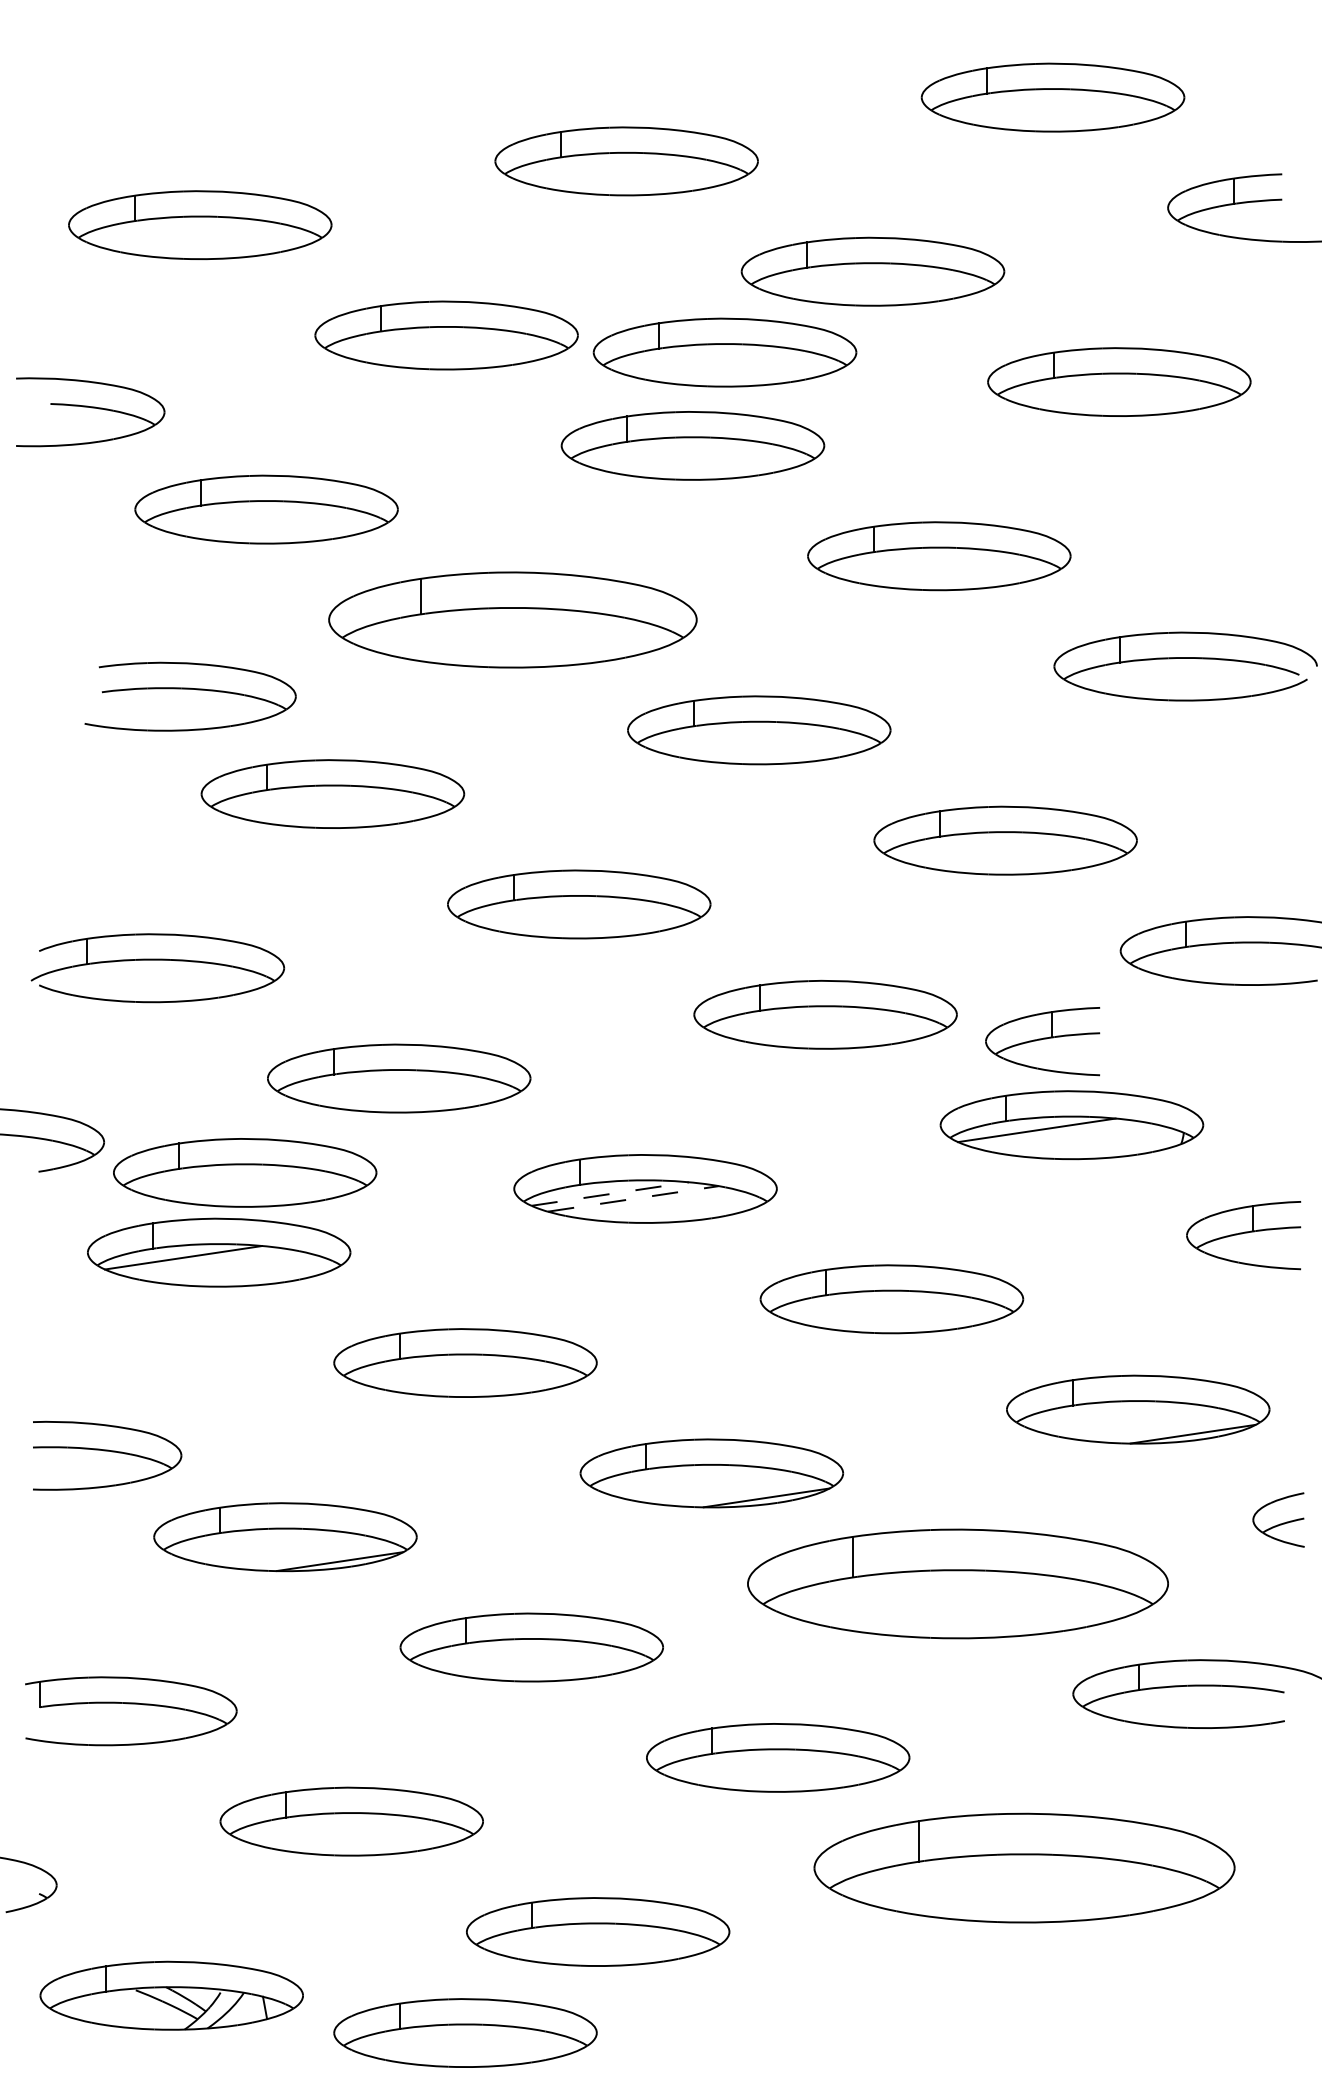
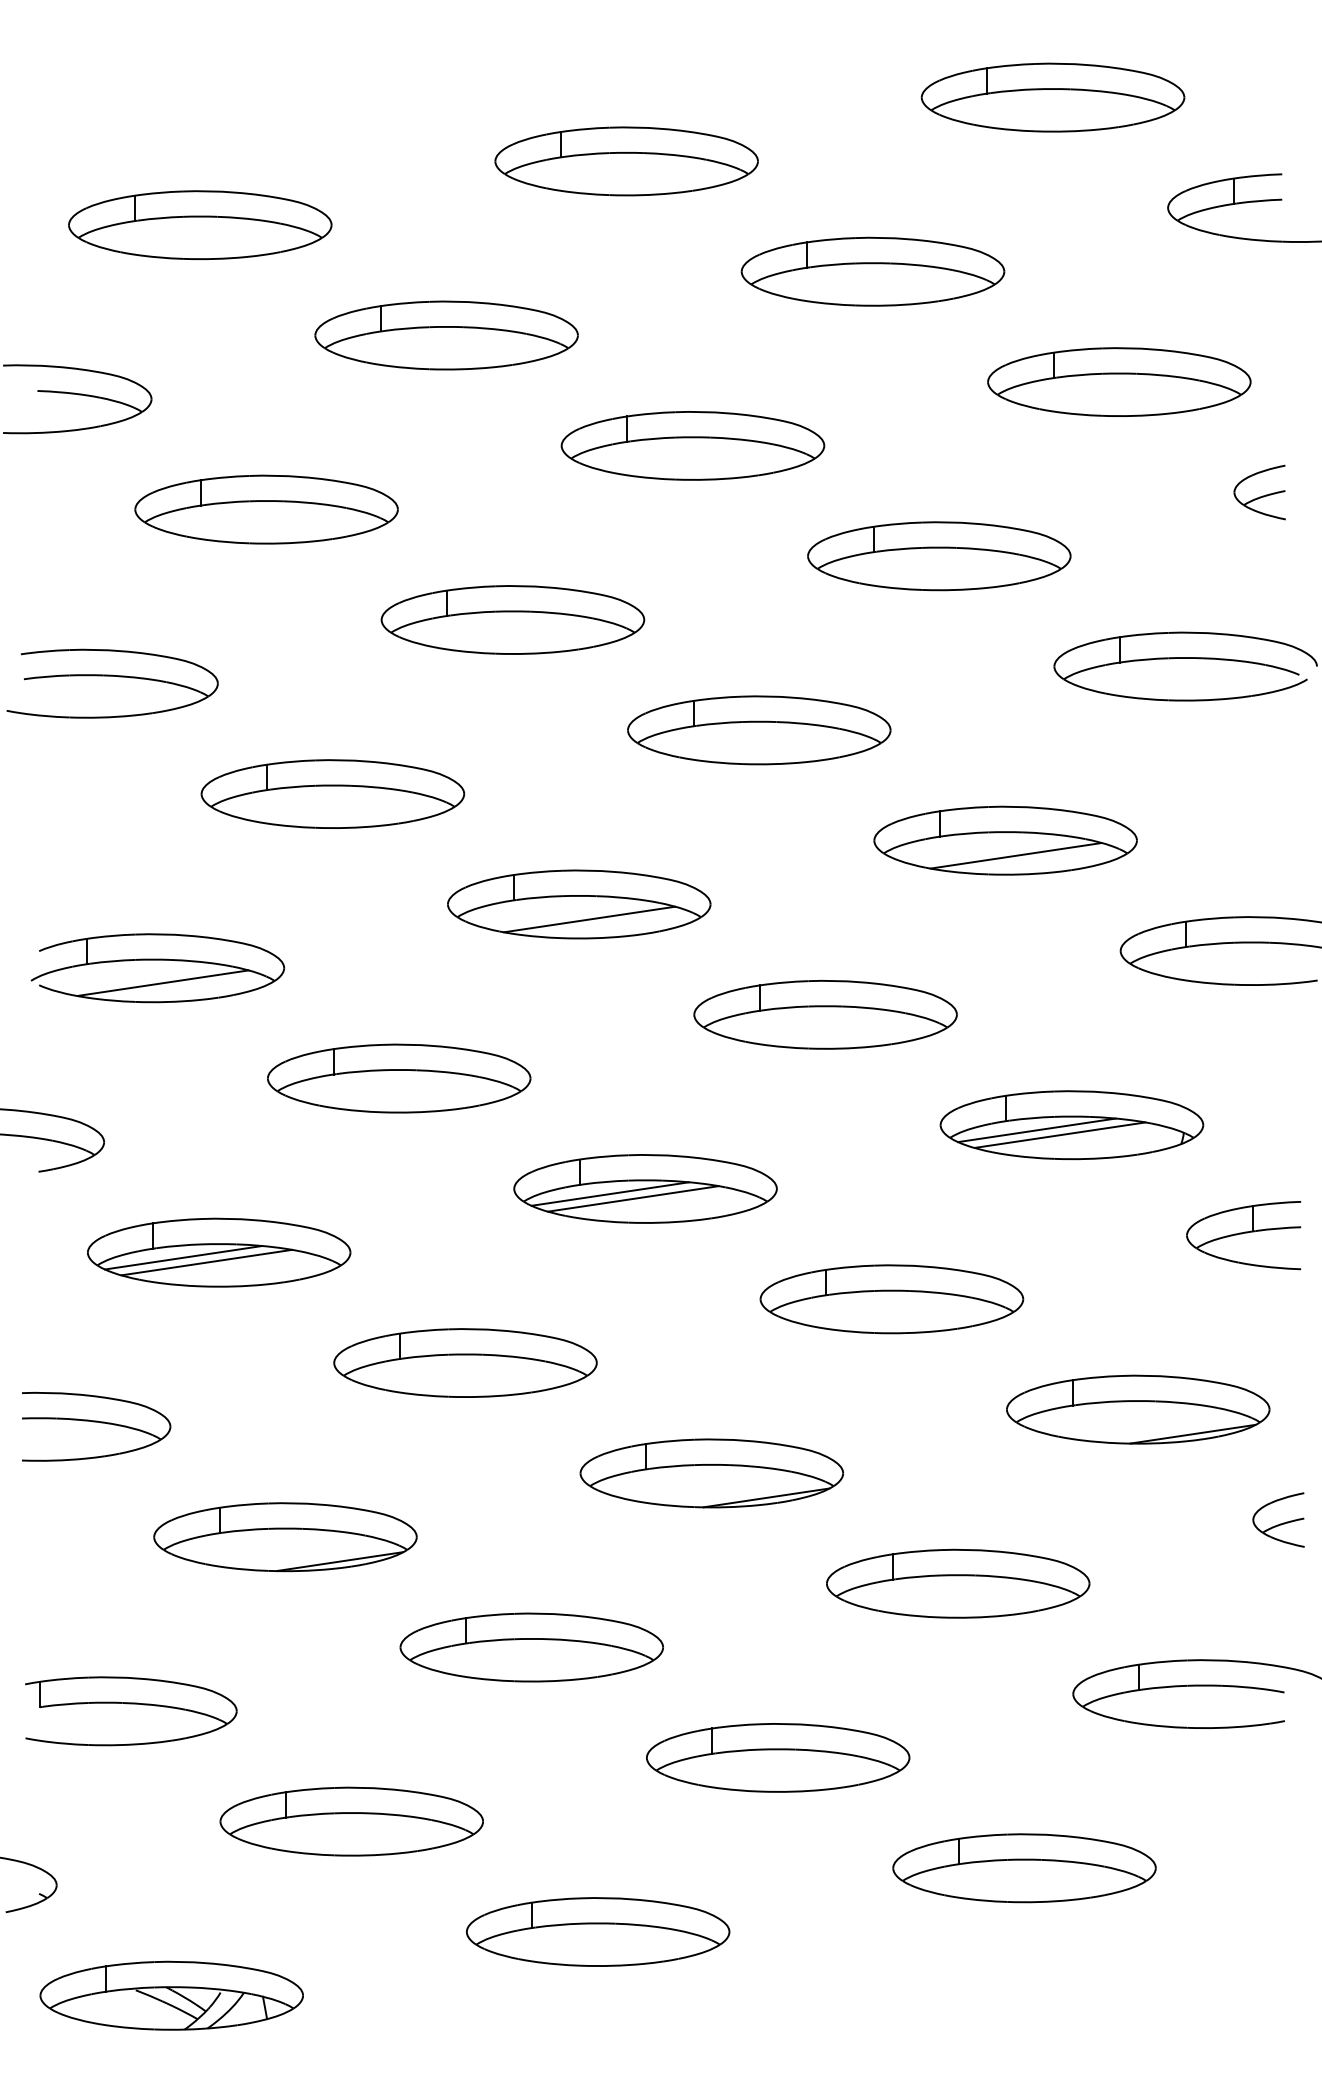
part at (724, 352): present -> none
part at (90, 412) position: (90, 412) -> (77, 399)
part at (1259, 492): none -> present
part at (512, 619) size: 370x98 px -> 266x70 px
part at (190, 689) position: (190, 689) -> (112, 676)
line at (1015, 855): none -> present
line at (589, 919): none -> present
line at (162, 982): none -> present
part at (1042, 1041): present -> none
line at (1059, 1134): none -> present
part at (245, 1172): present -> none
line at (610, 1194): dashed -> solid
line at (633, 1198): dashed -> solid
line at (206, 1262): none -> present
part at (107, 1455) position: (107, 1455) -> (96, 1426)
part at (957, 1583) size: 422x112 px -> 265x71 px
part at (1024, 1867) size: 423x112 px -> 265x71 px
part at (465, 2032): present -> none
